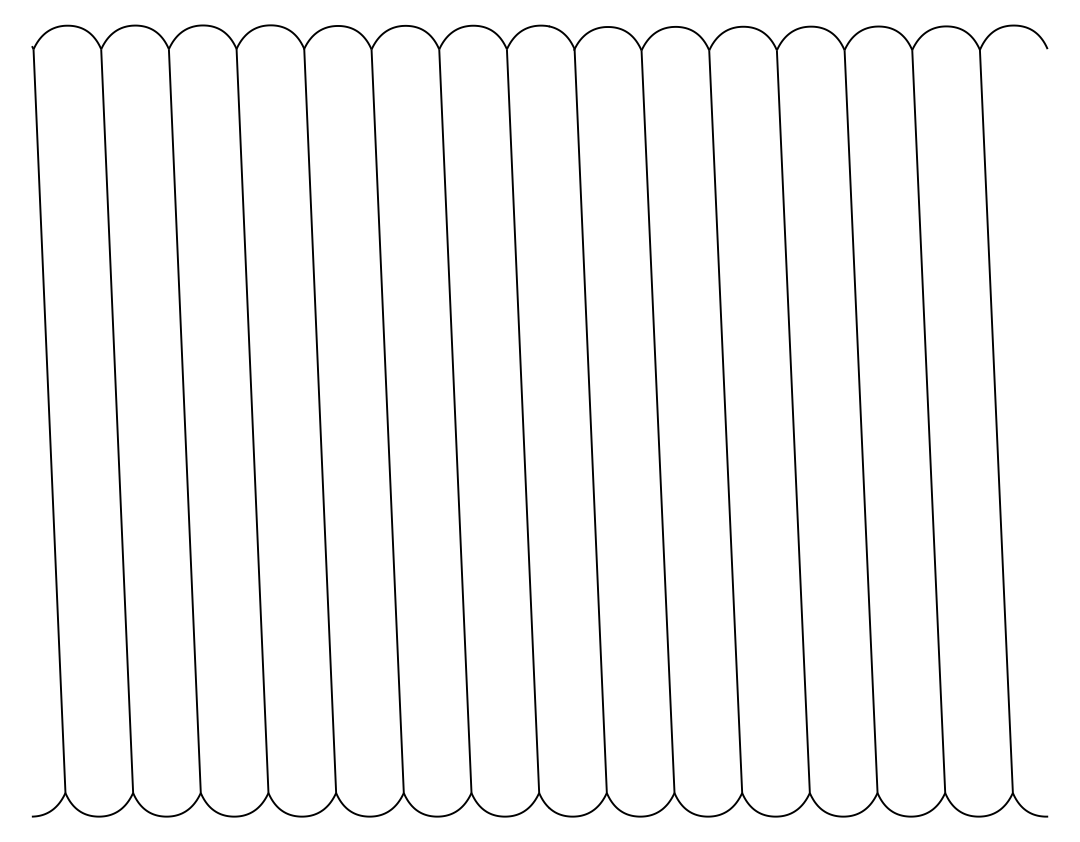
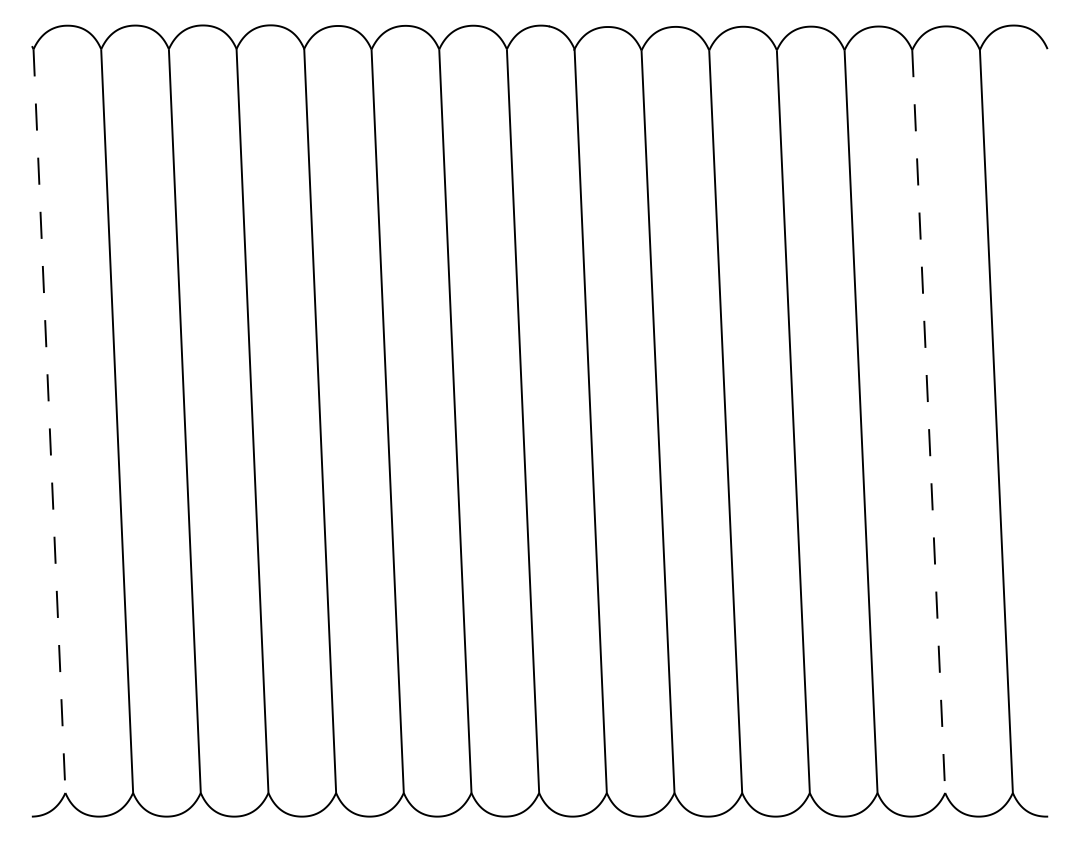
line at (49, 421): solid -> dashed
line at (928, 421): solid -> dashed
